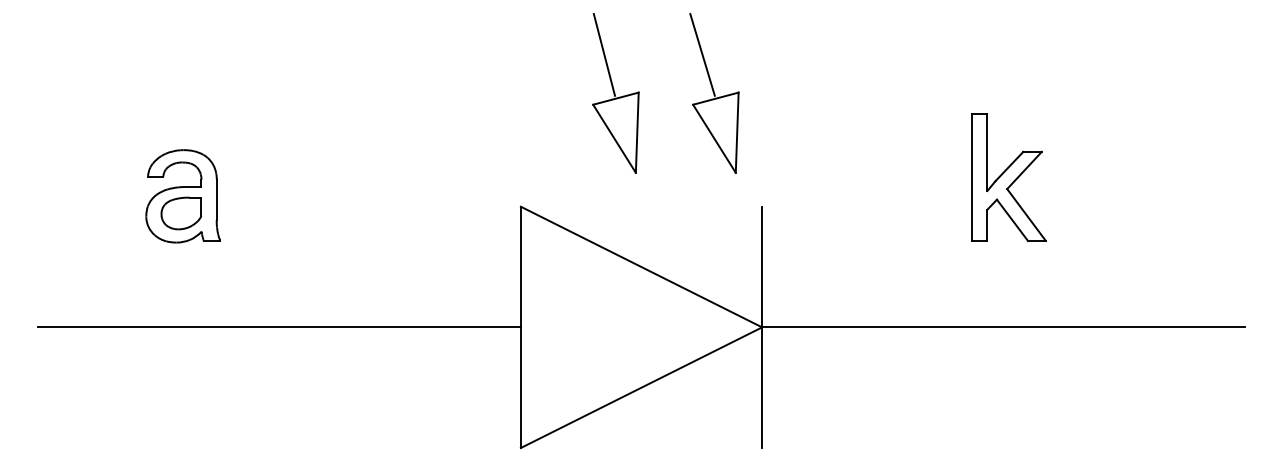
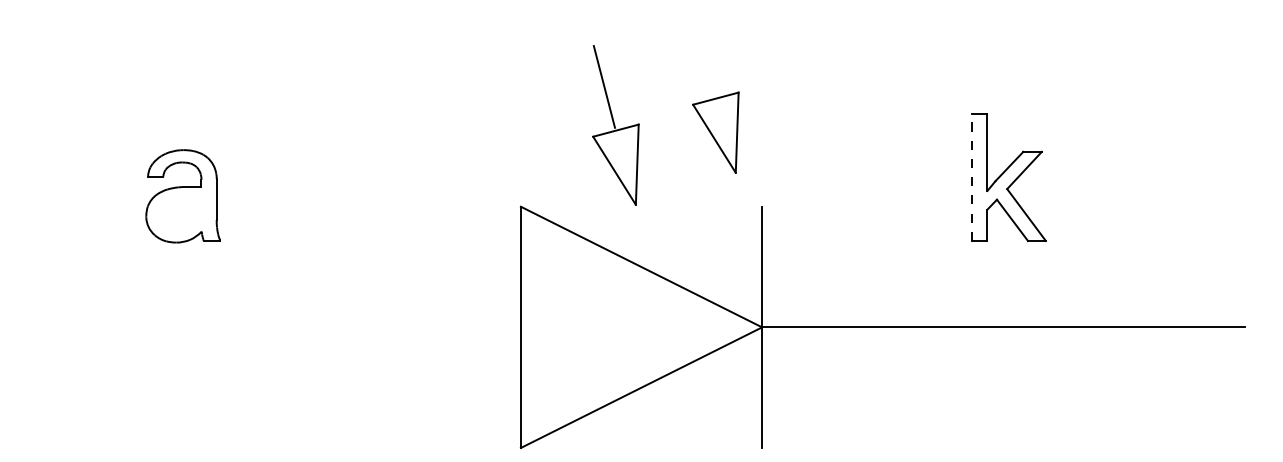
line at (702, 54): present -> none
part at (615, 93) position: (615, 93) -> (615, 125)
line at (972, 177): solid -> dashed
part at (181, 213): present -> none
line at (279, 327): present -> none
